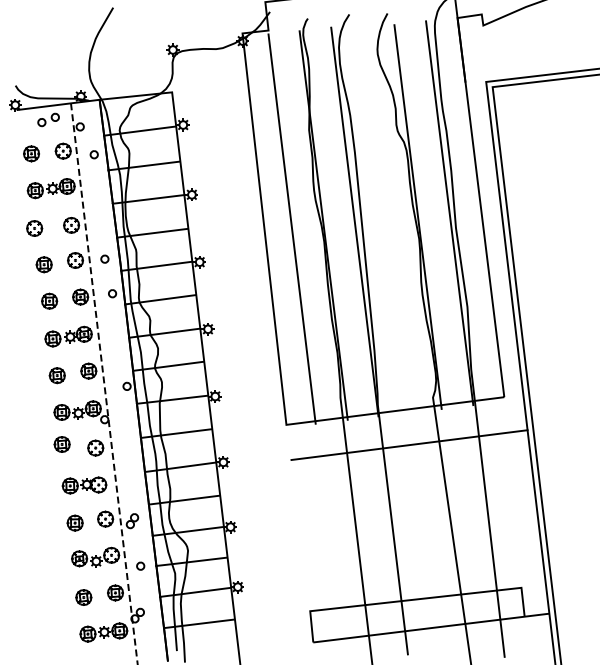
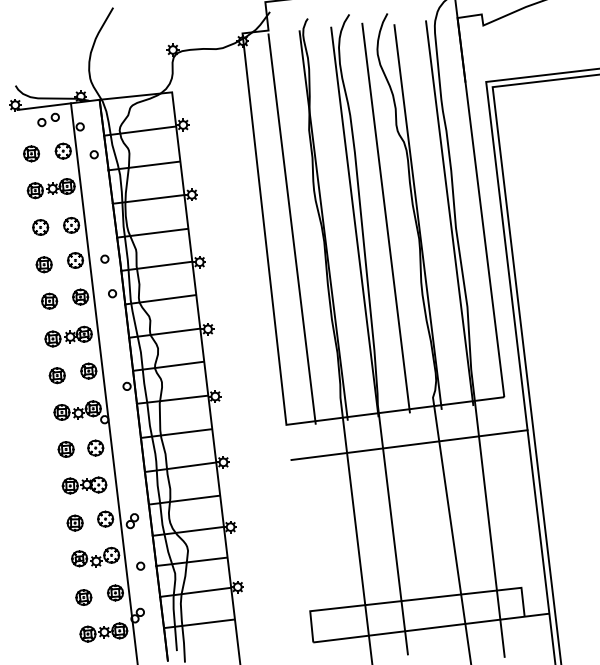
line at (385, 217): none -> present
part at (34, 228) position: (34, 228) -> (40, 227)
line at (104, 384): dashed -> solid
part at (61, 444) position: (61, 444) -> (65, 449)
